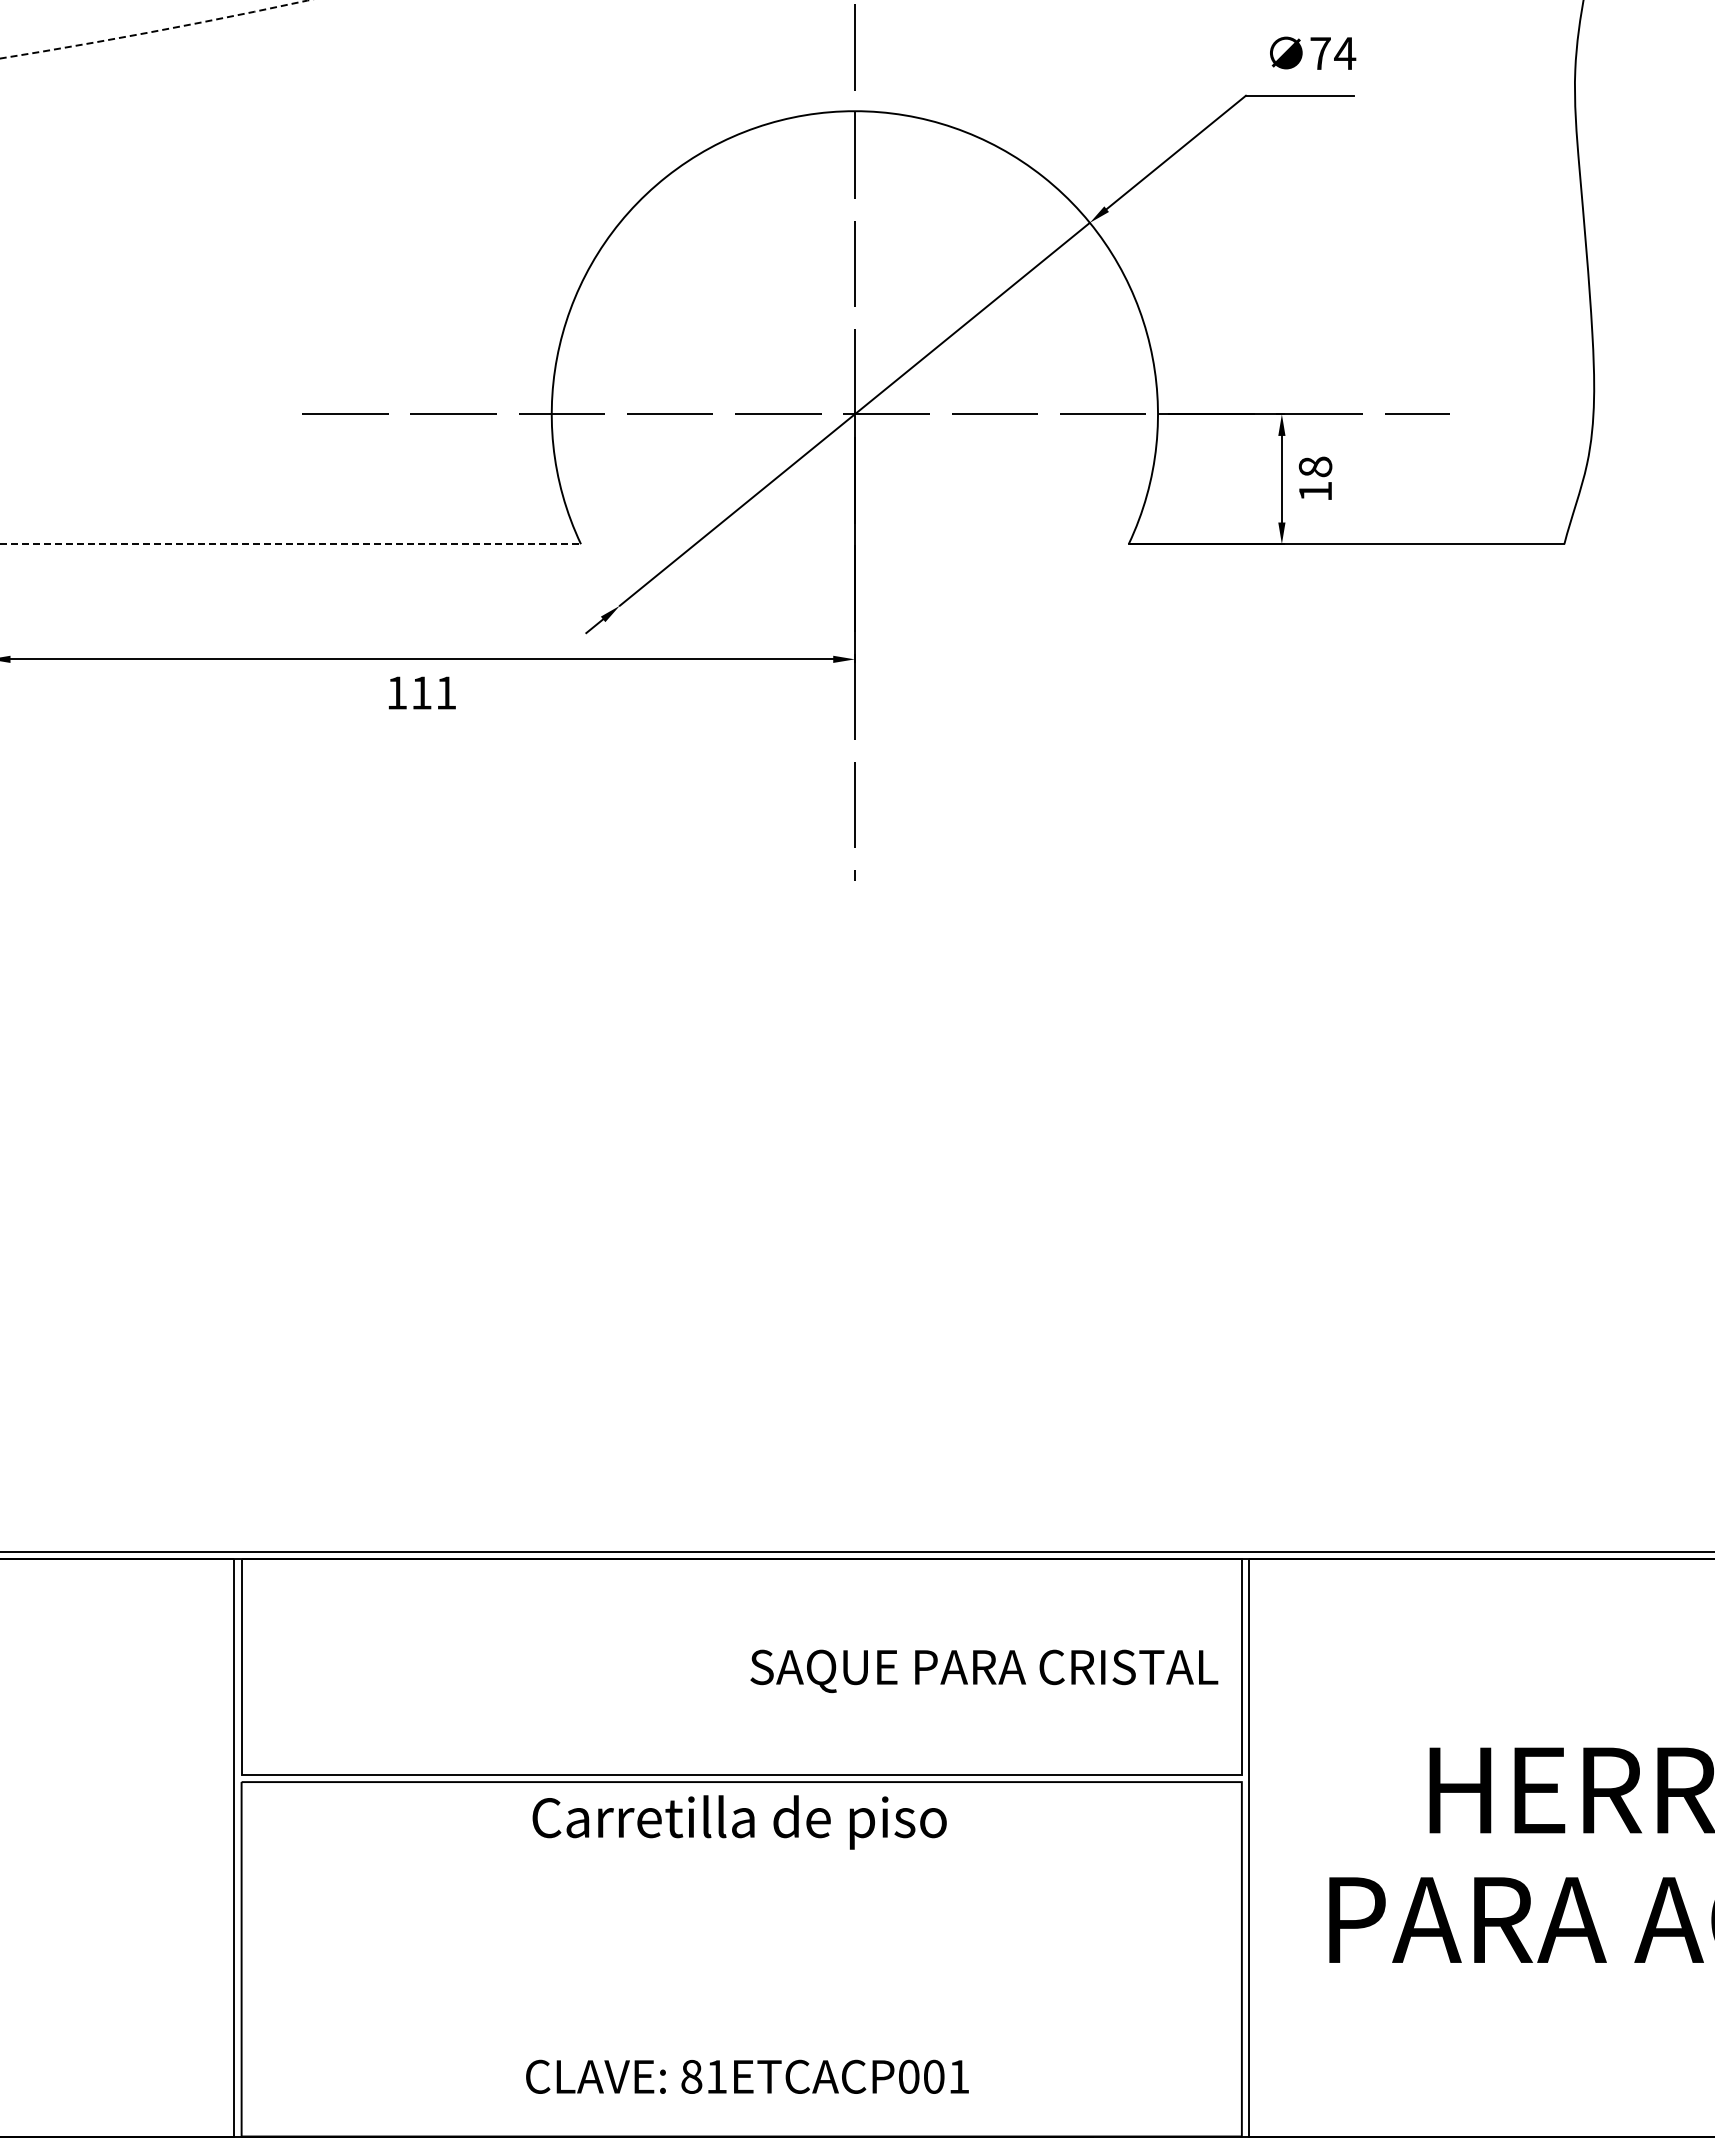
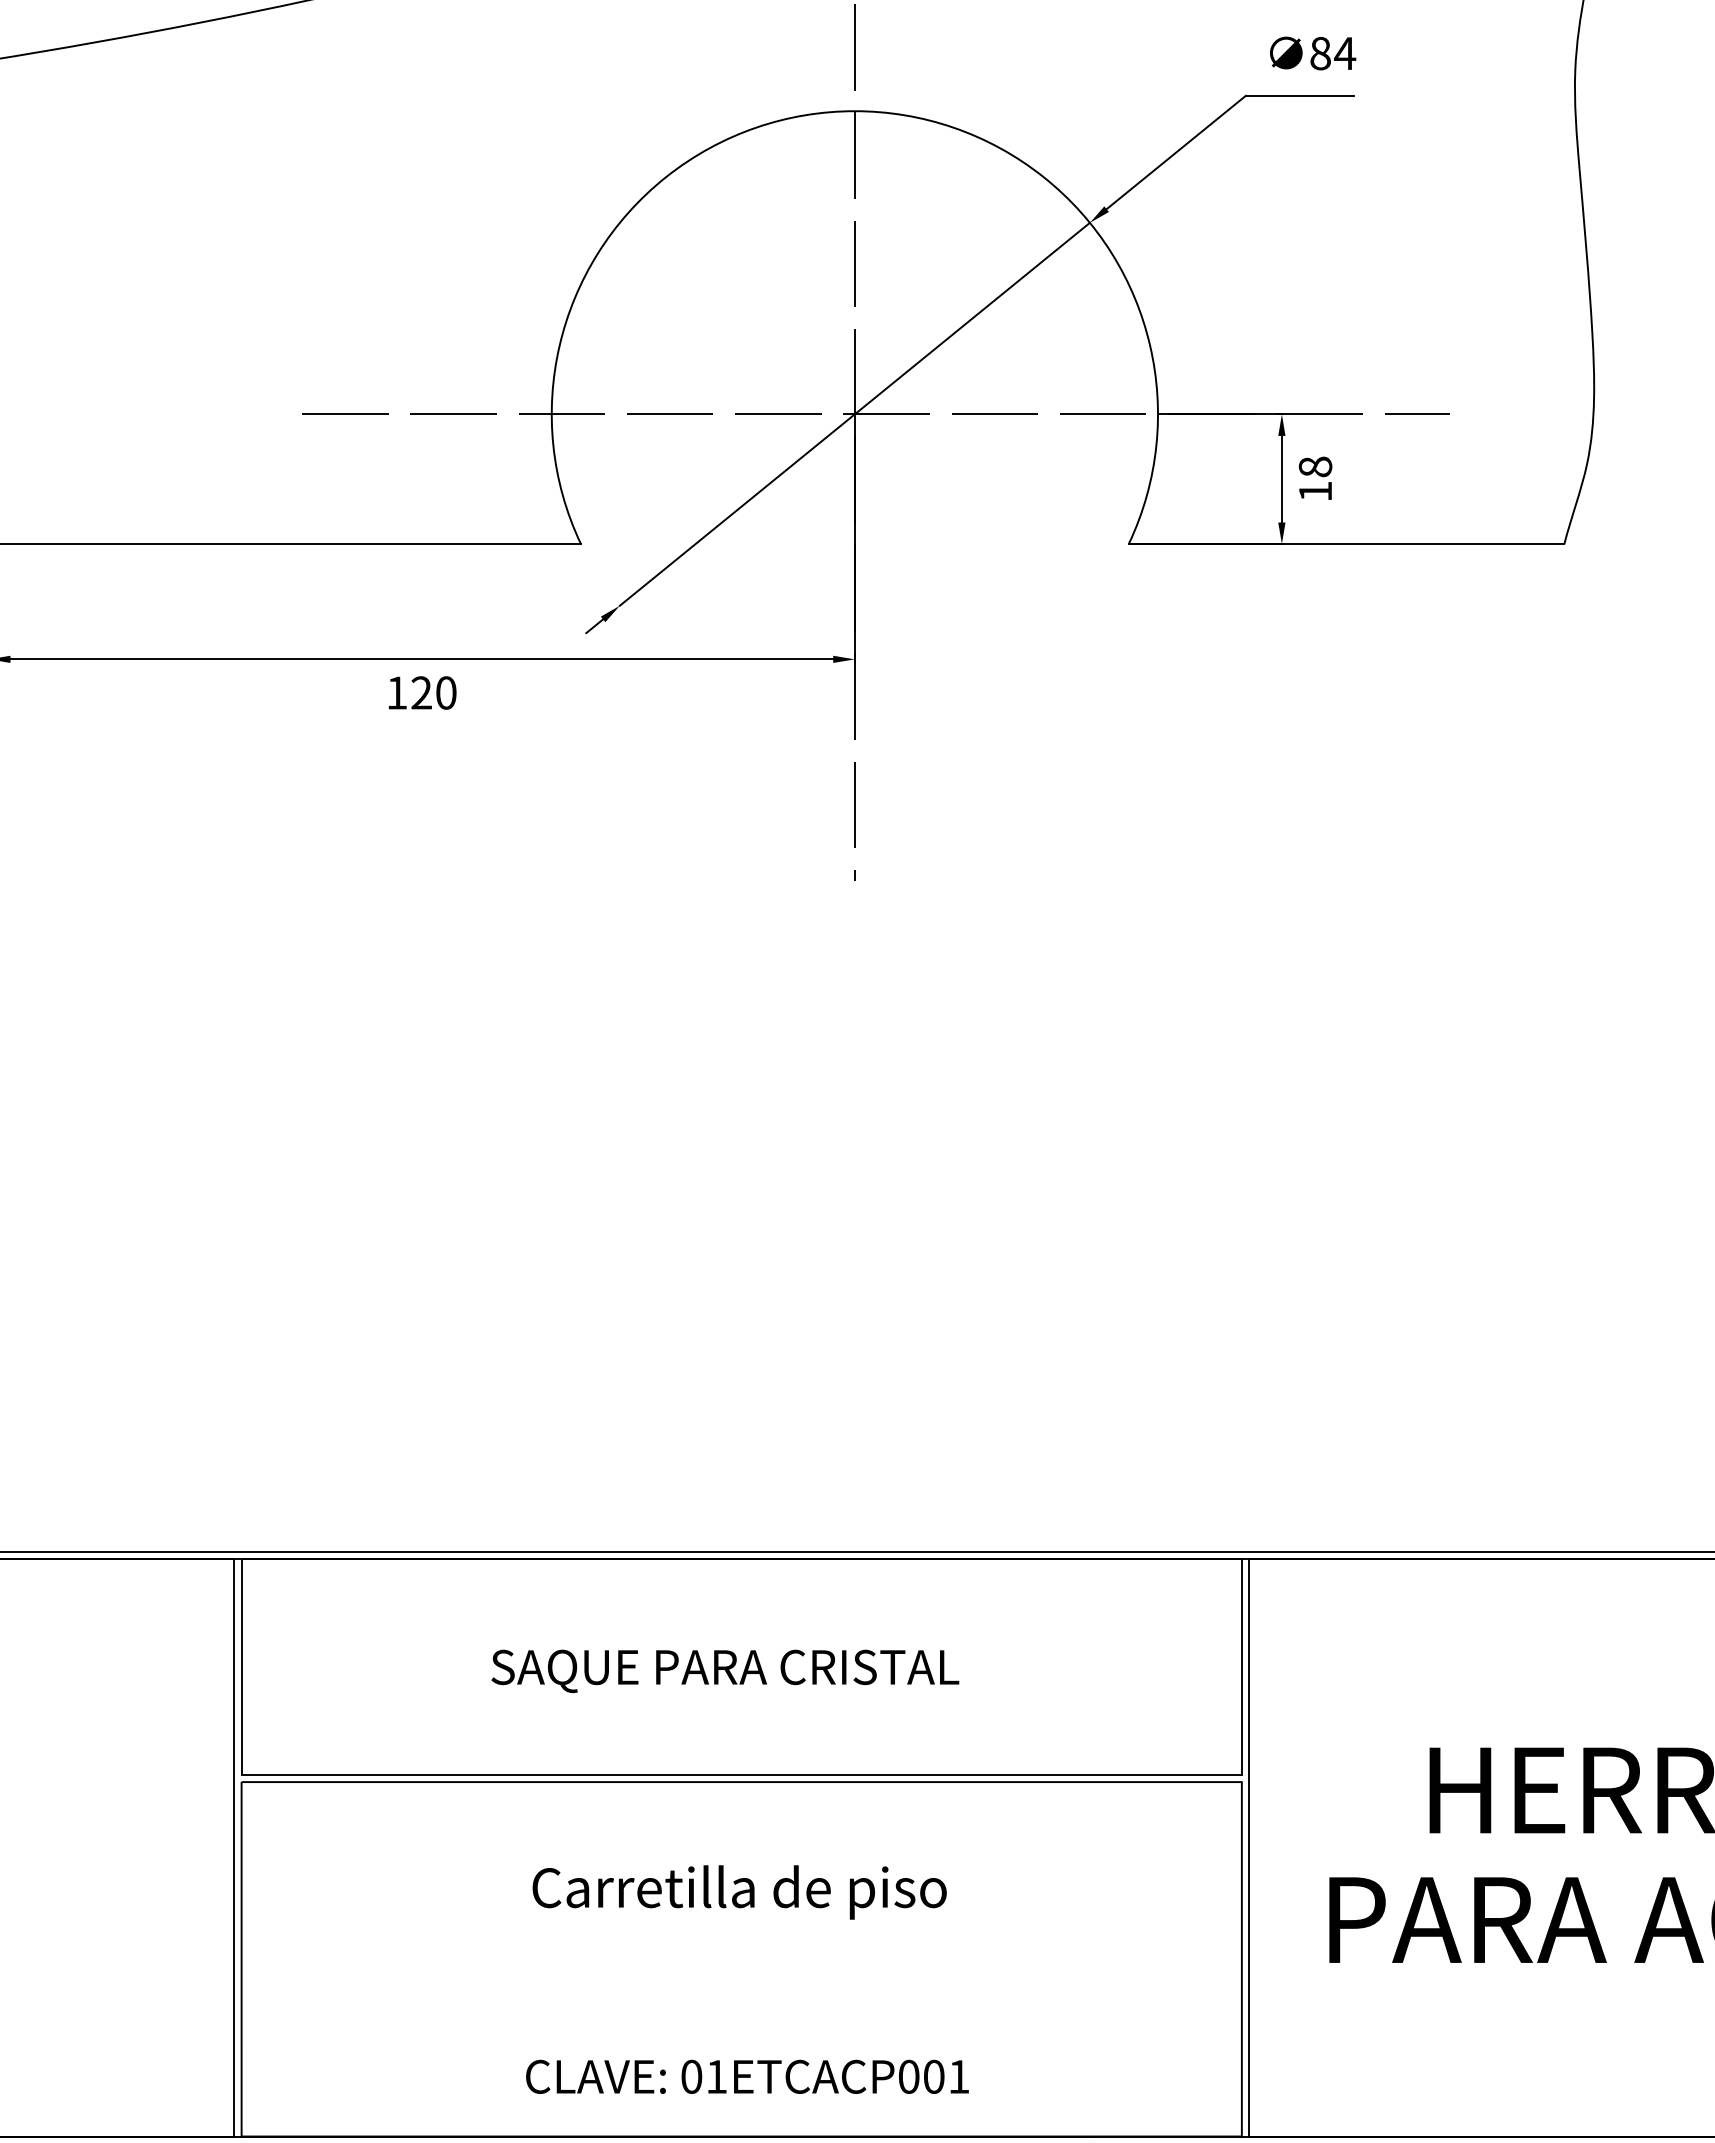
arc at (155, 31): dashed -> solid
text at (1320, 53): 74 -> 84
line at (291, 544): dashed -> solid
text at (433, 692): 111 -> 120
text at (984, 1671) position: (984, 1671) -> (725, 1671)
text at (739, 1822) position: (739, 1822) -> (739, 1892)
text at (691, 2076): 81ETCACP001 -> 01ETCACP001
